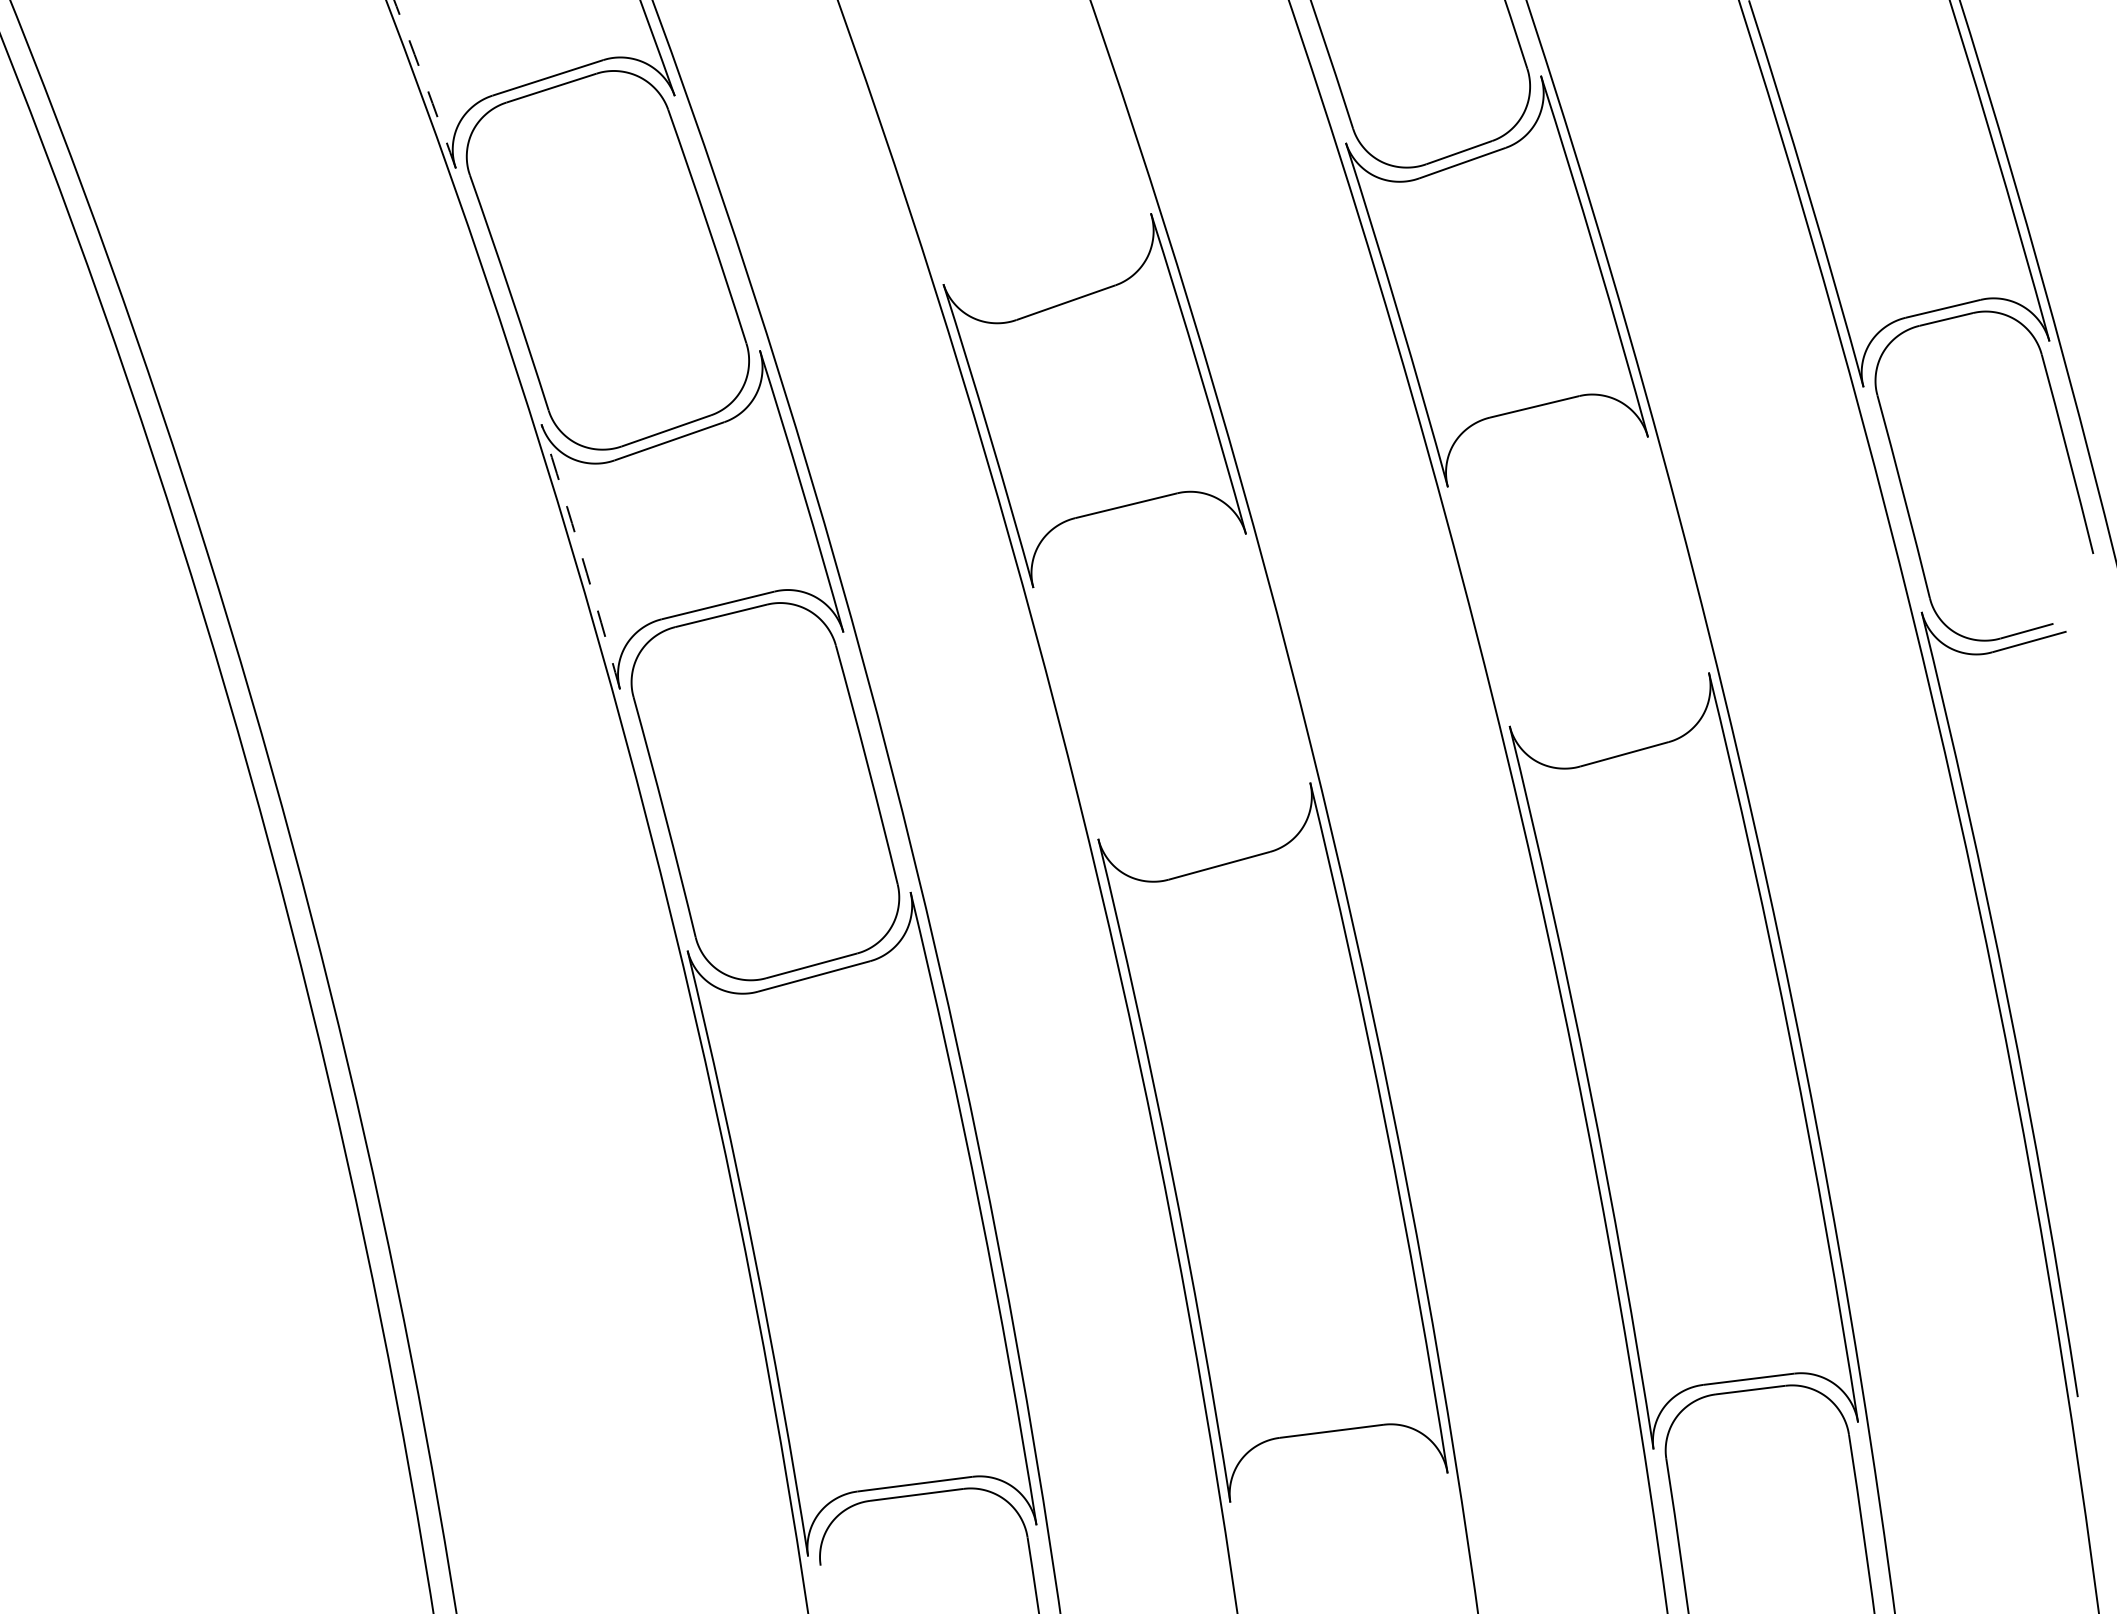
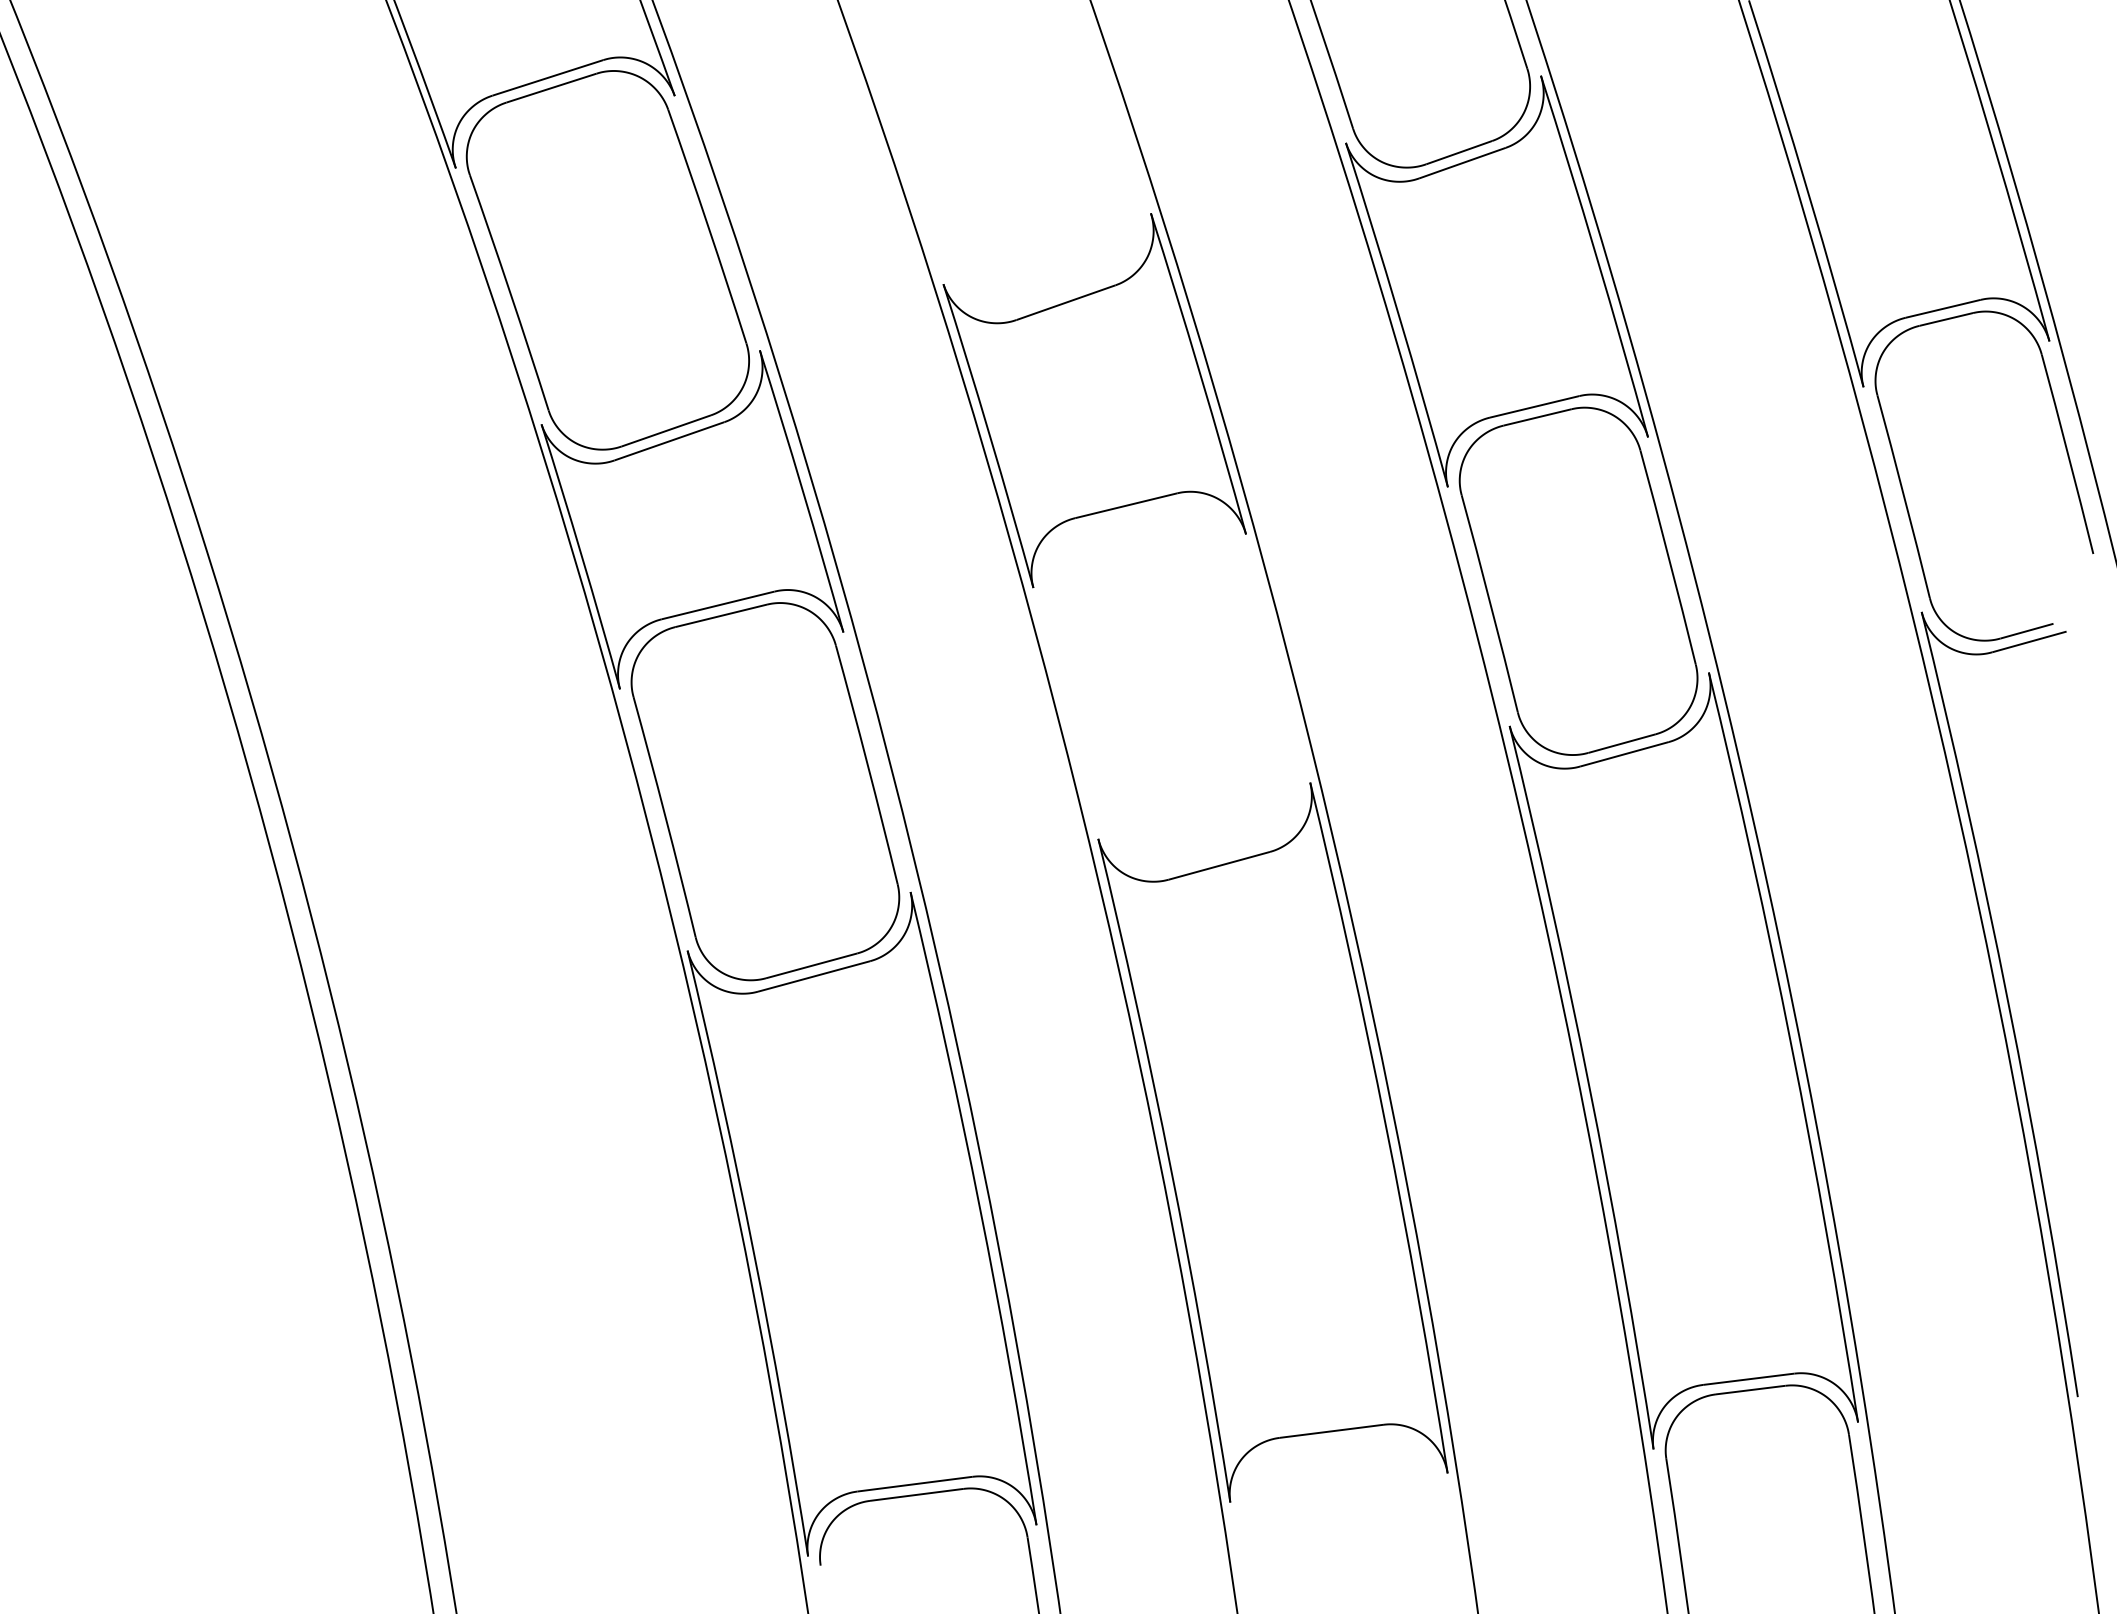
arc at (425, 83): dashed -> solid
arc at (581, 556): dashed -> solid
part at (1578, 580): none -> present
